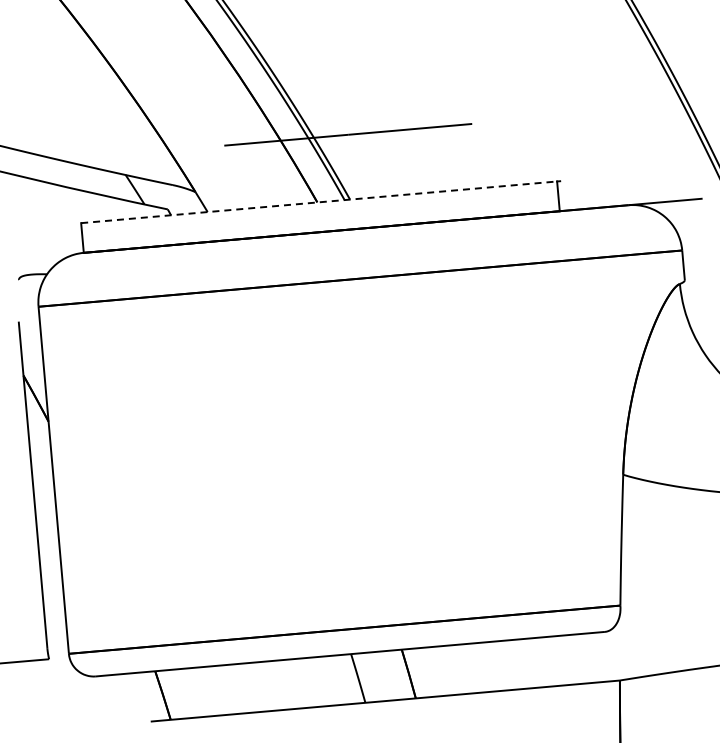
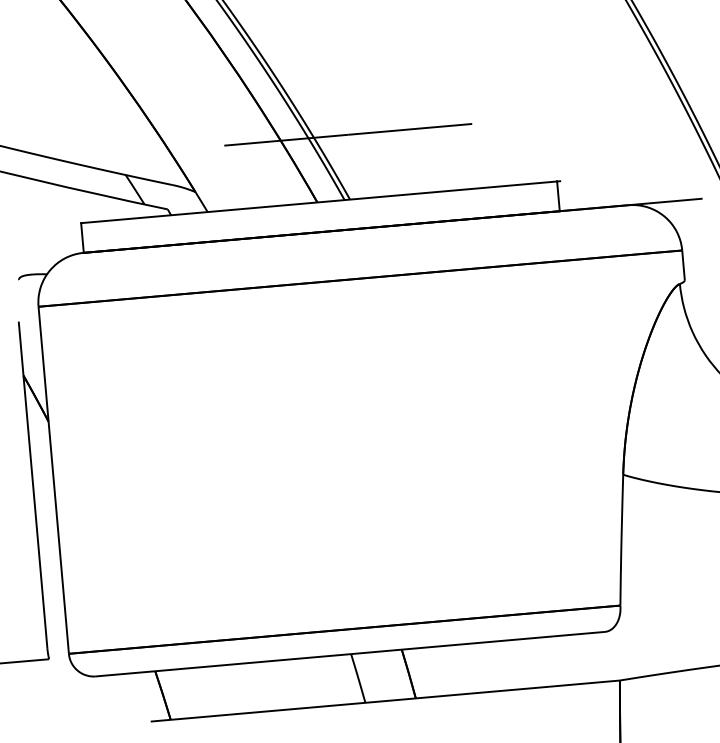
line at (319, 202): dashed -> solid
